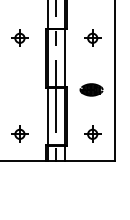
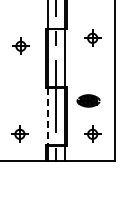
part at (19, 37) position: (19, 37) -> (20, 45)
part at (91, 89) position: (91, 89) -> (88, 100)
line at (47, 116): solid -> dashed
